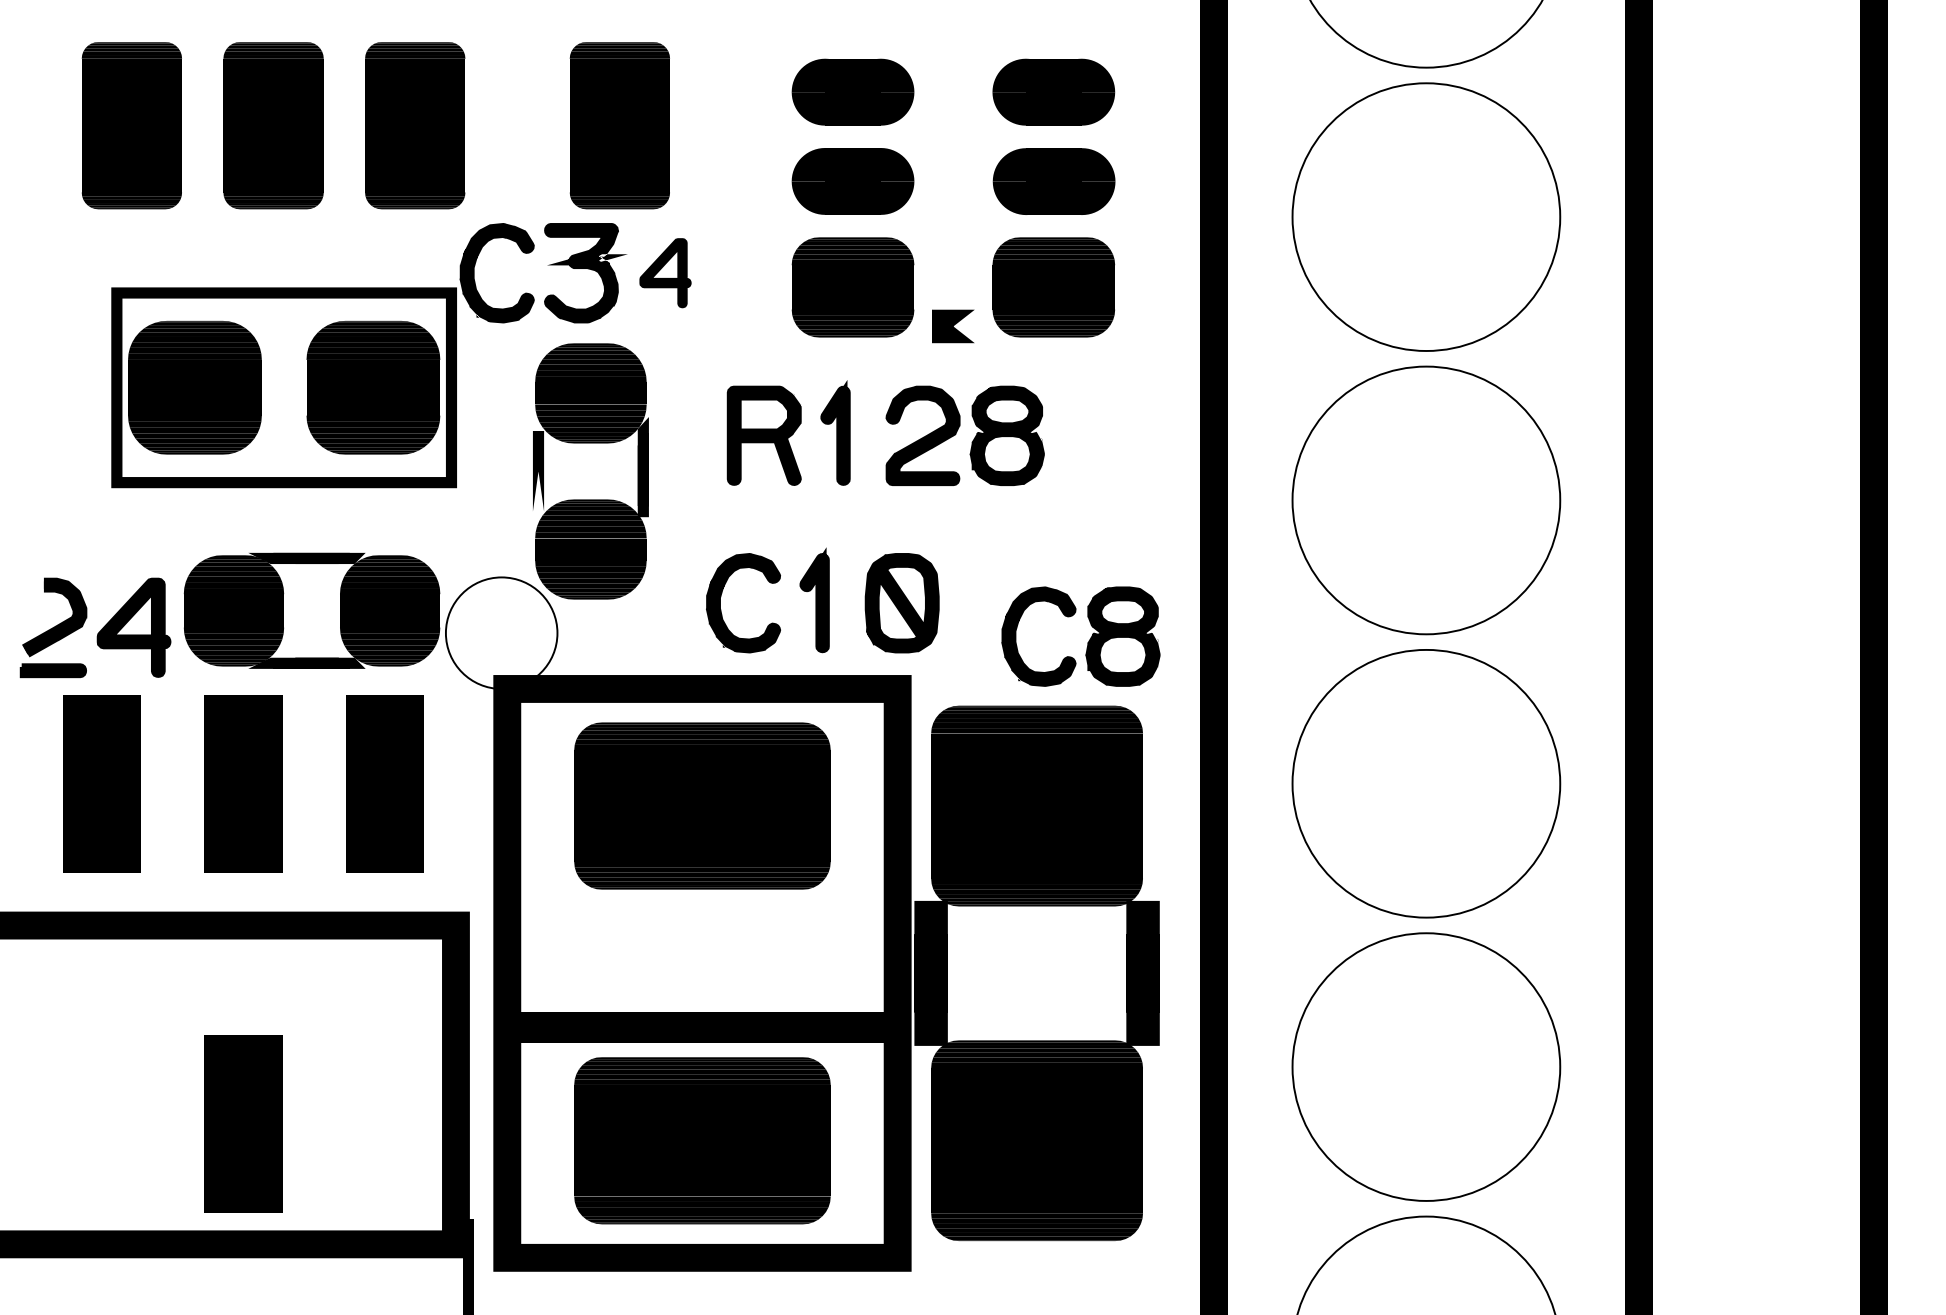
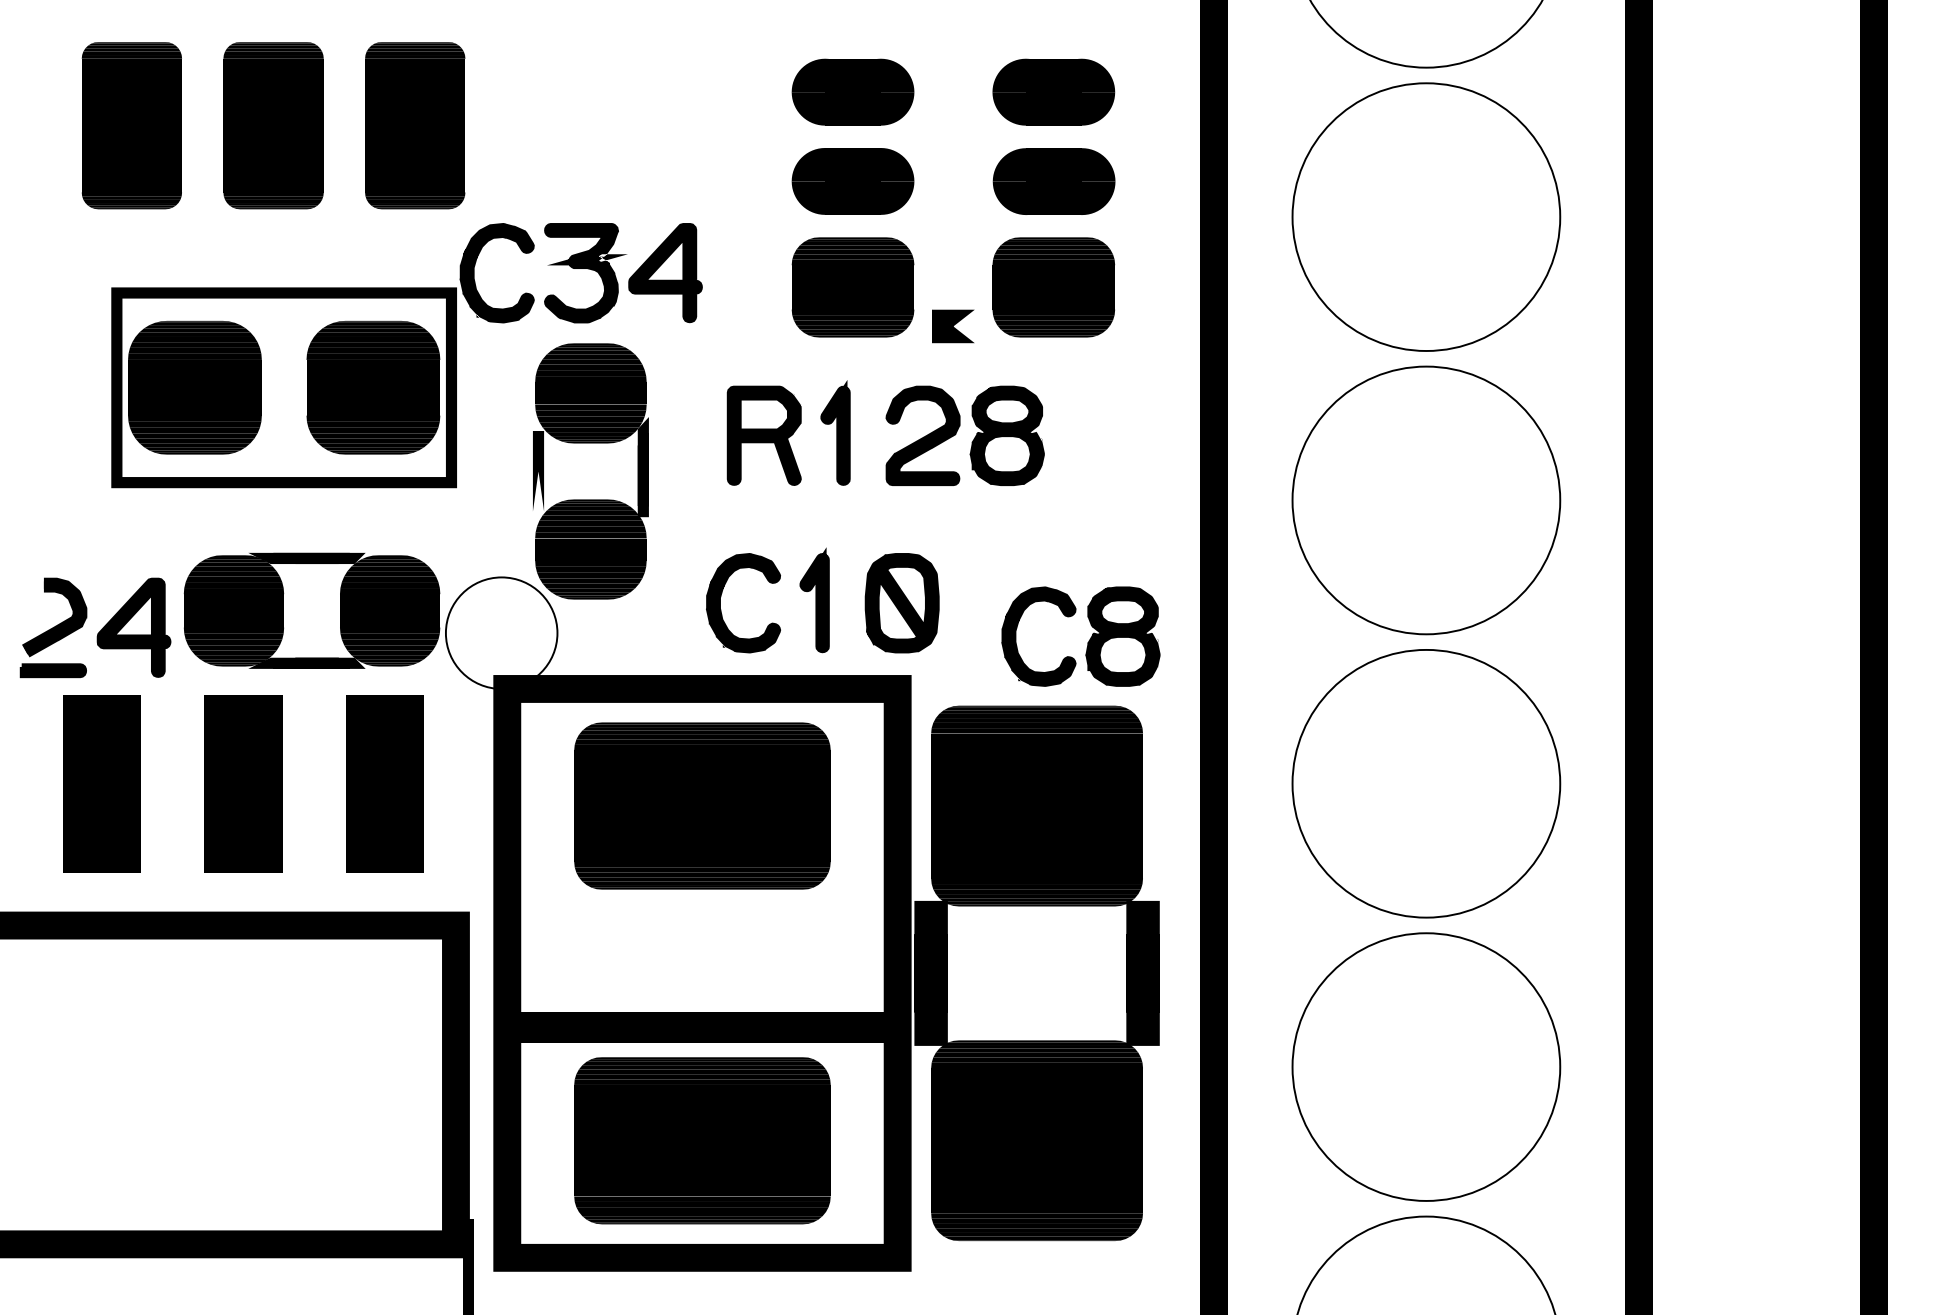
part at (619, 125): present -> none
part at (665, 273) size: 53x71 px -> 75x101 px
part at (243, 1123): present -> none
